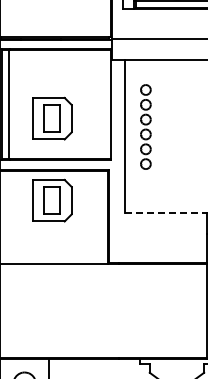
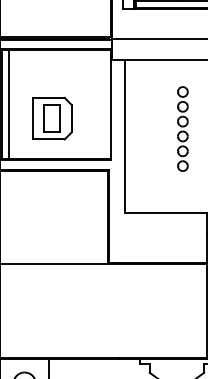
part at (145, 126) position: (145, 126) -> (182, 128)
part at (52, 200): present -> none
line at (166, 213): dashed -> solid
